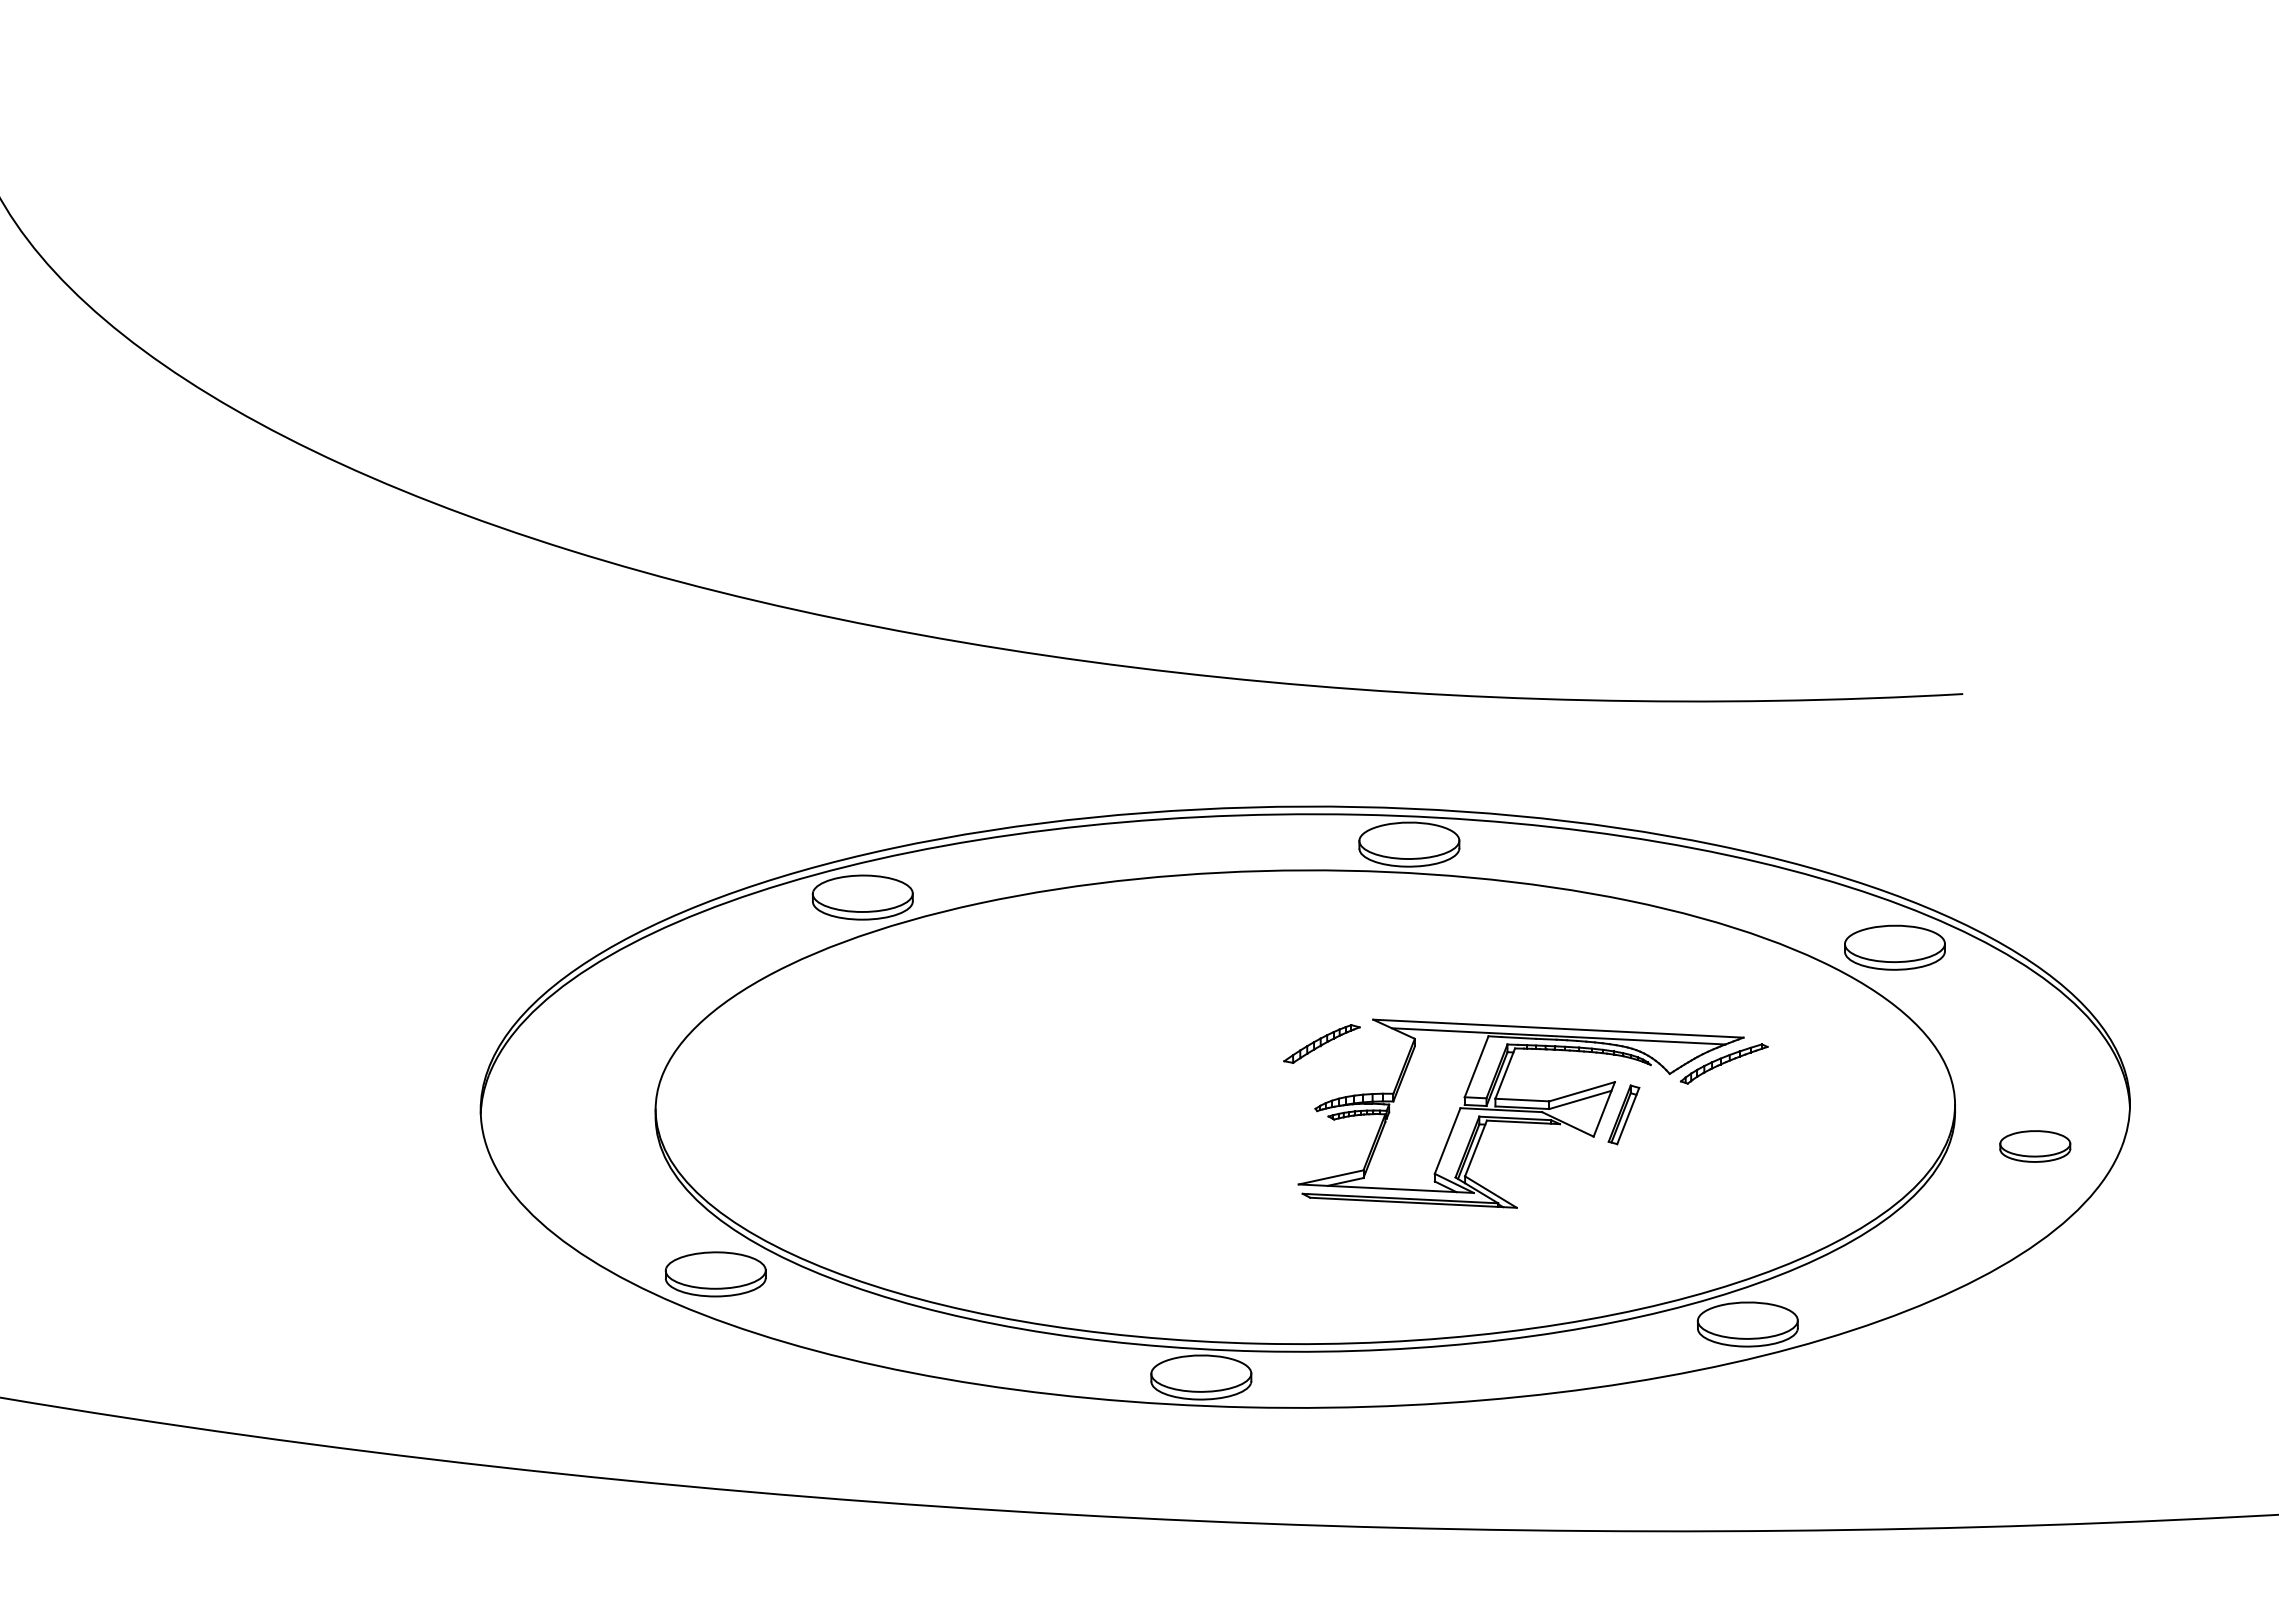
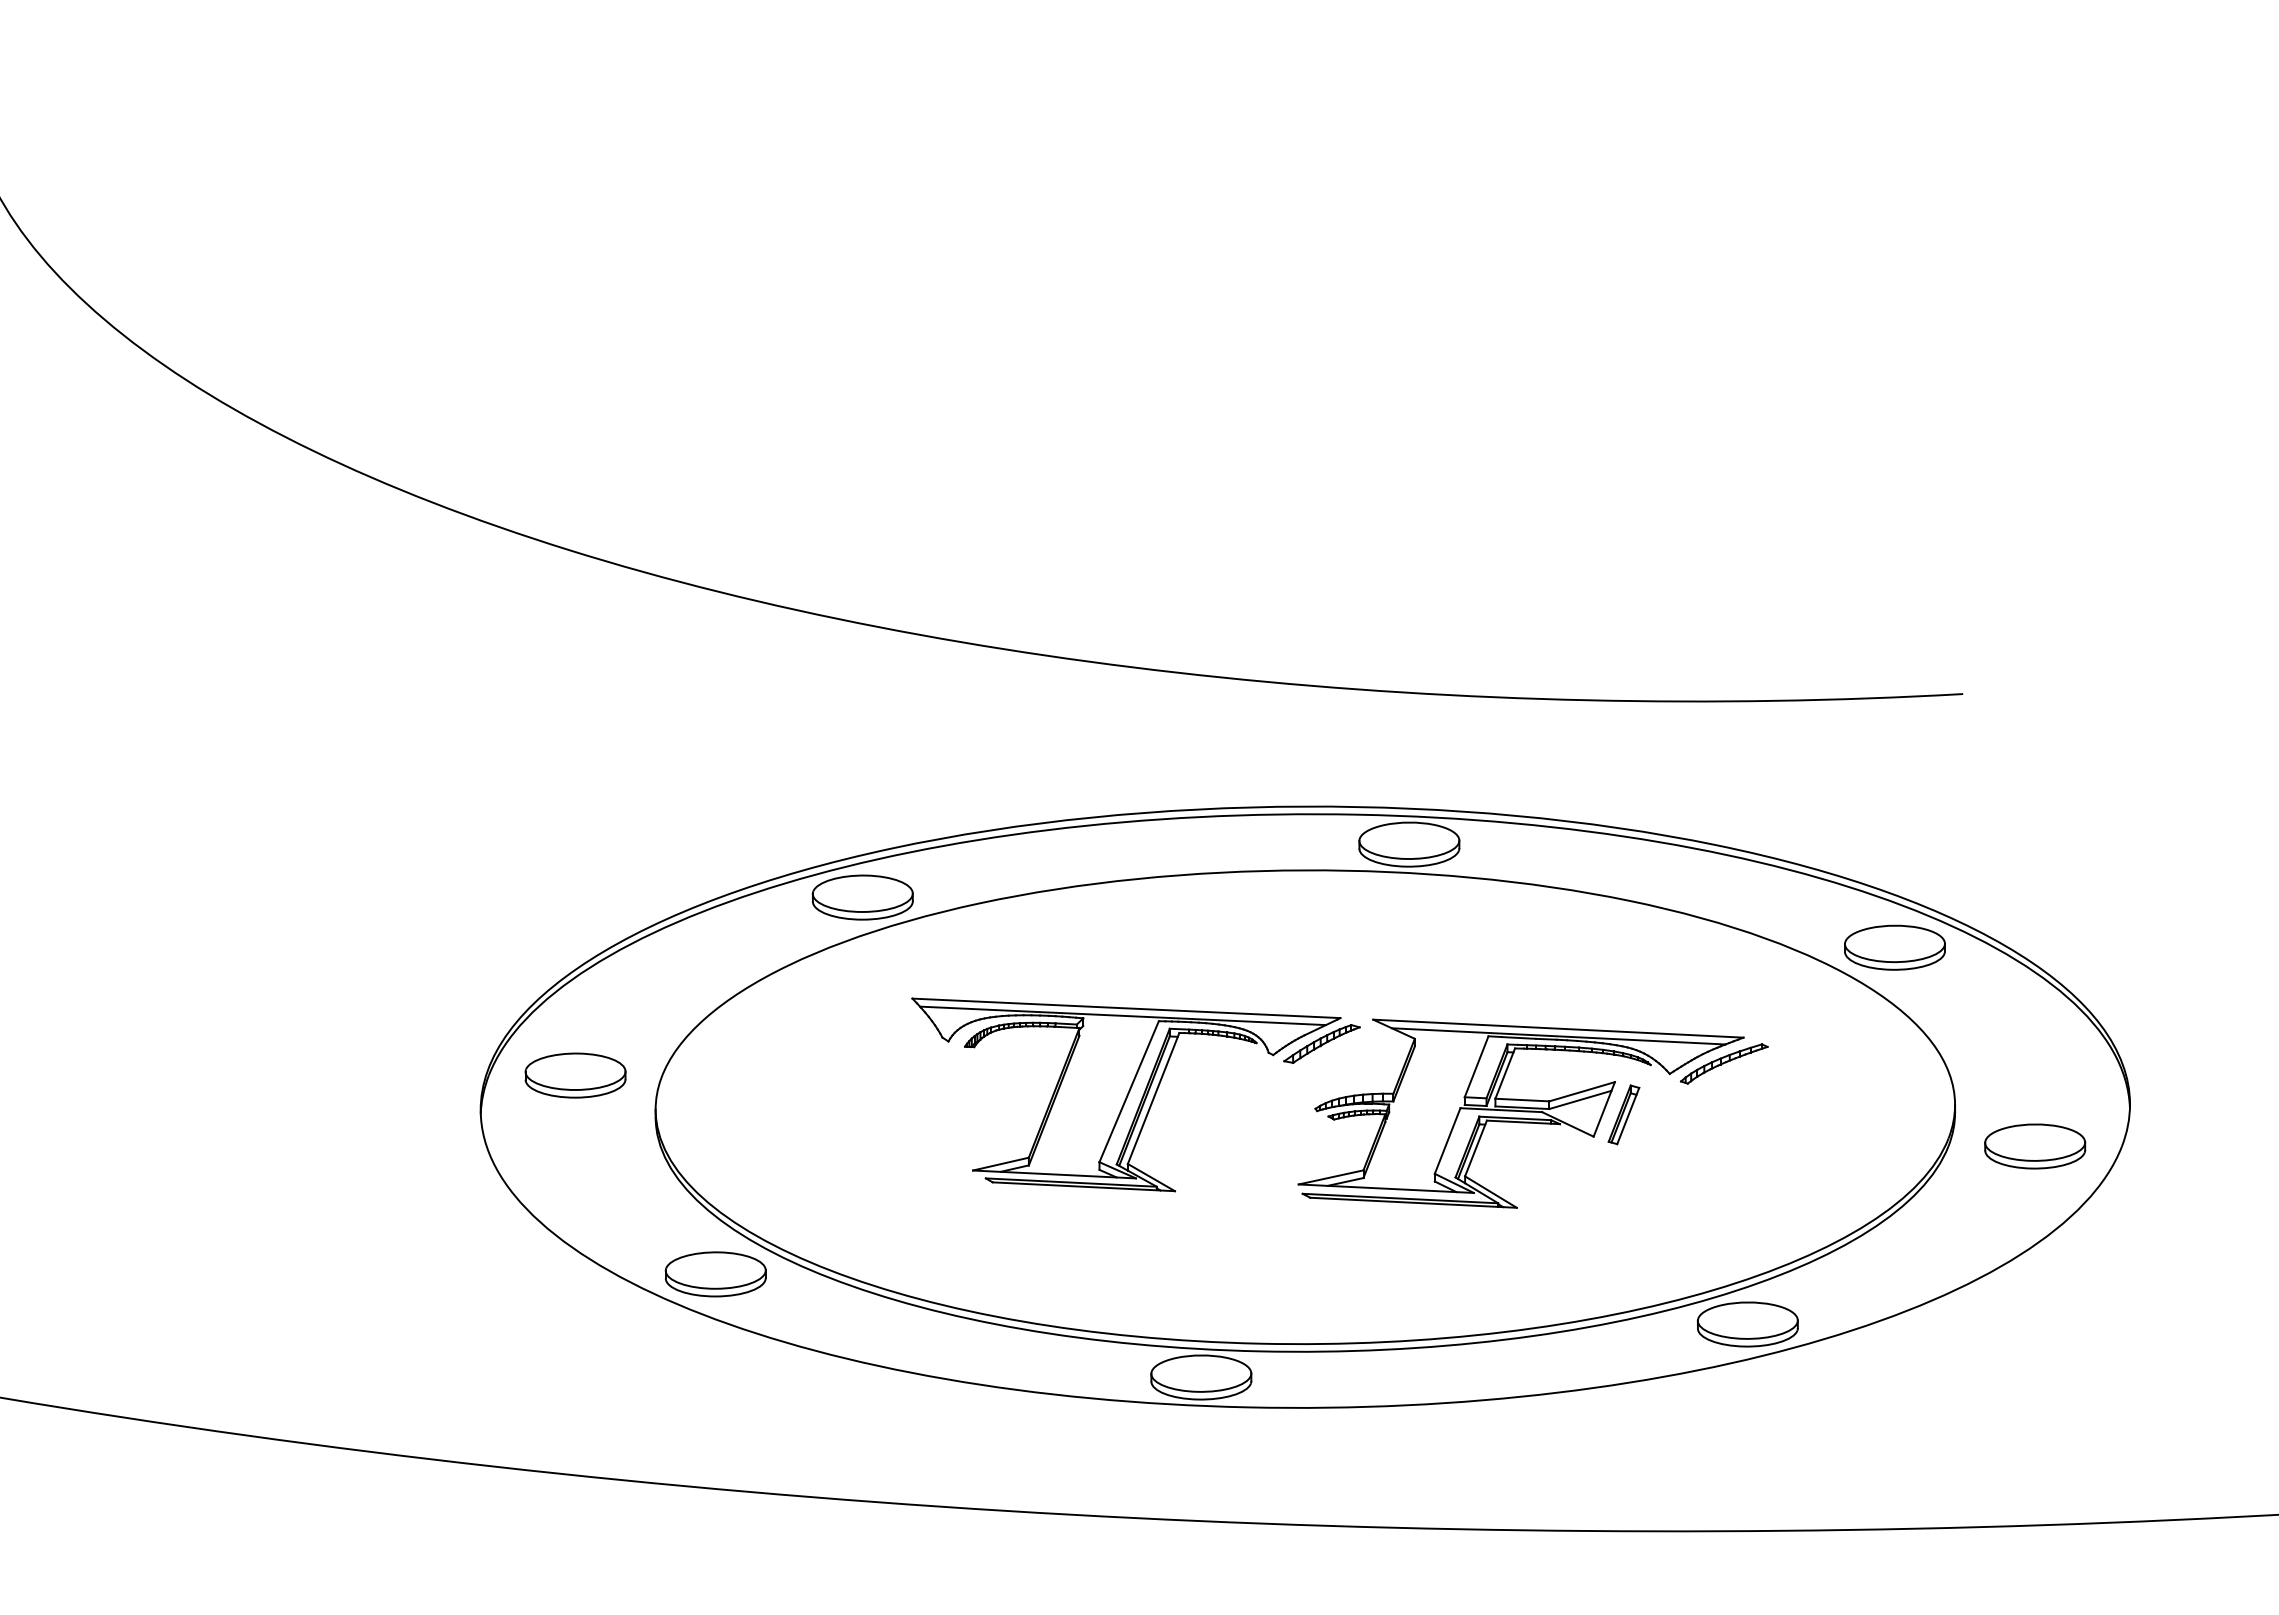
part at (575, 1075): none -> present
part at (1126, 1094): none -> present
part at (2035, 1146) size: 73x33 px -> 103x47 px
